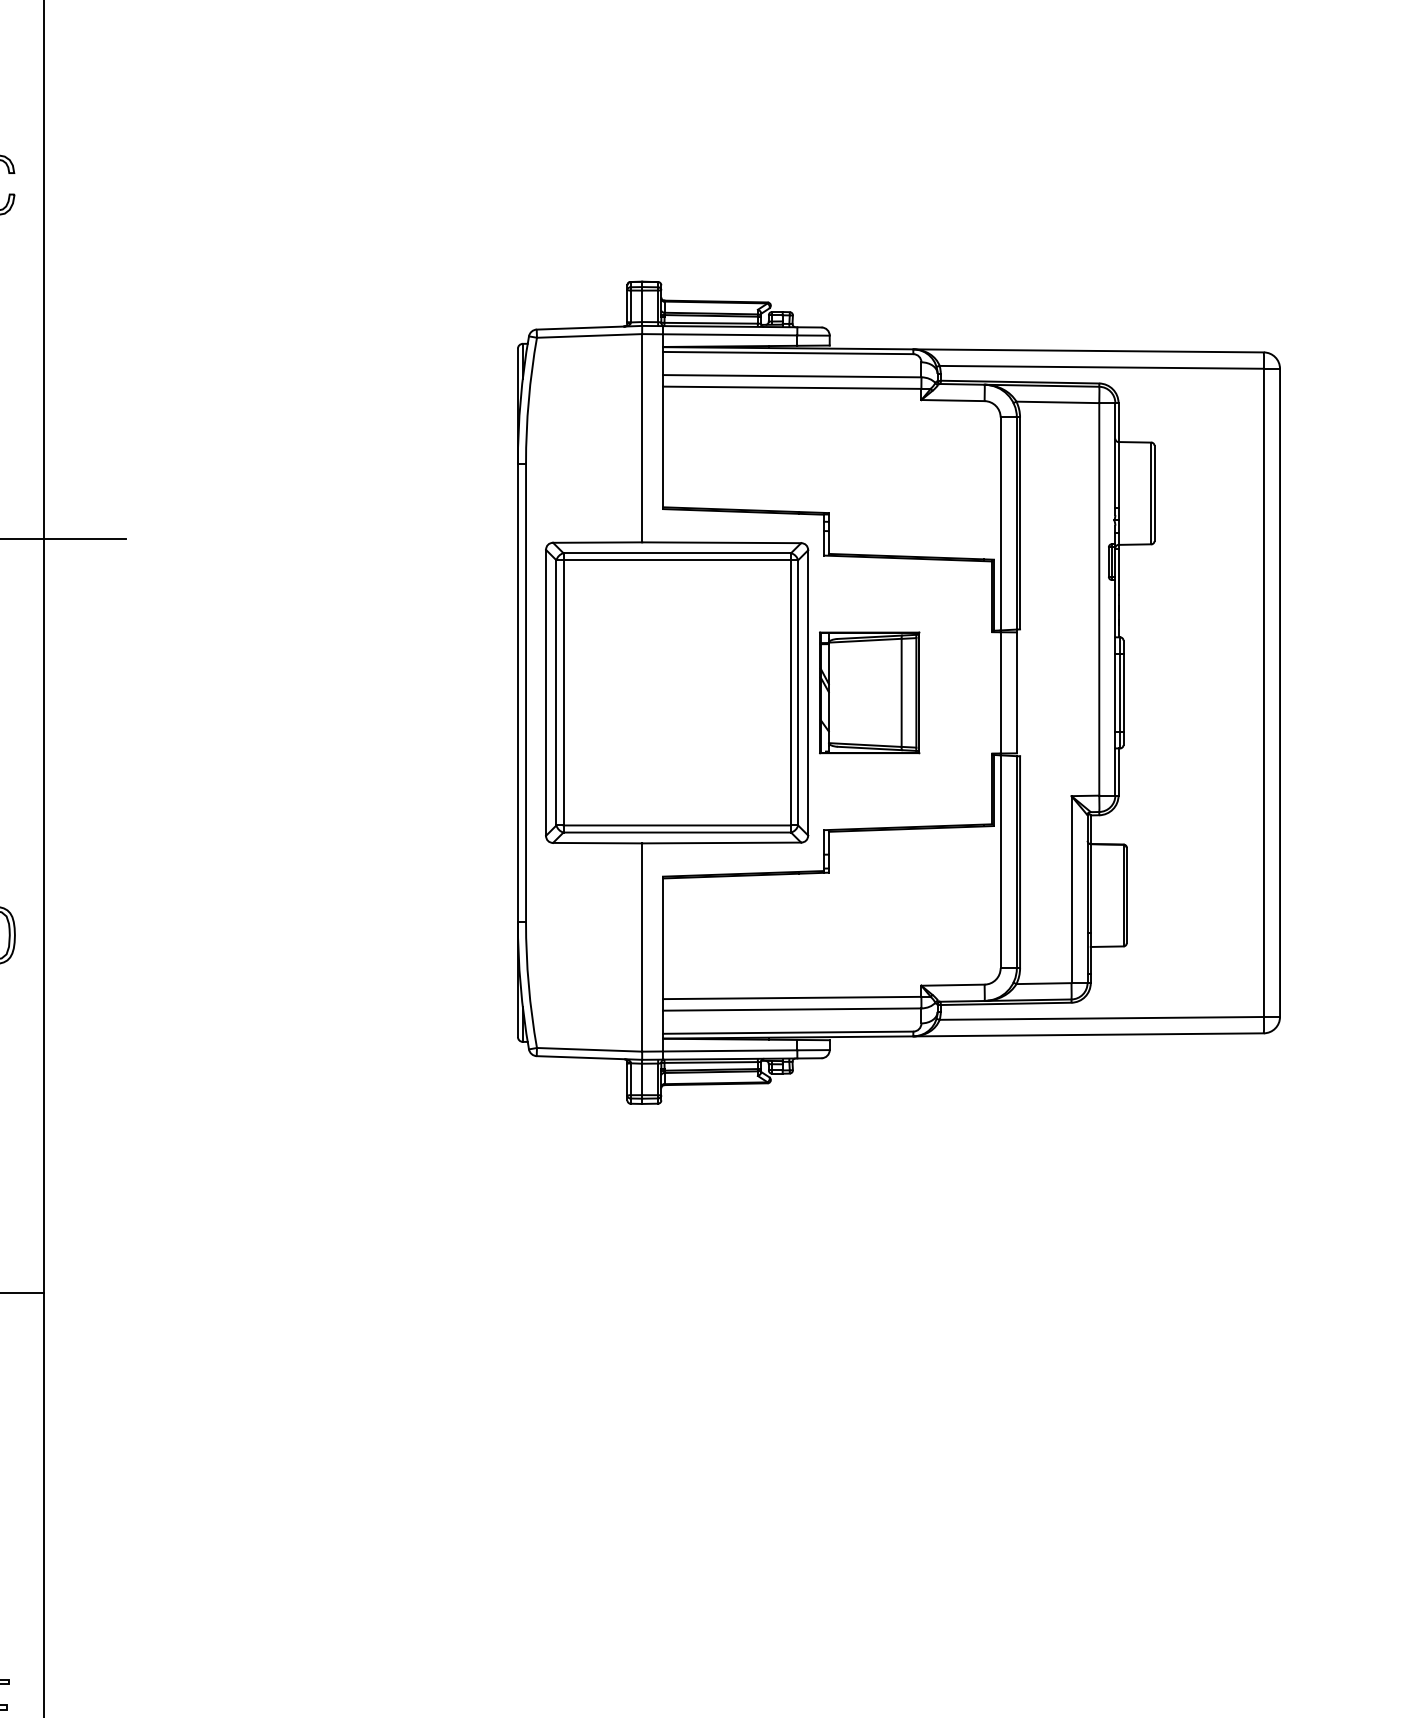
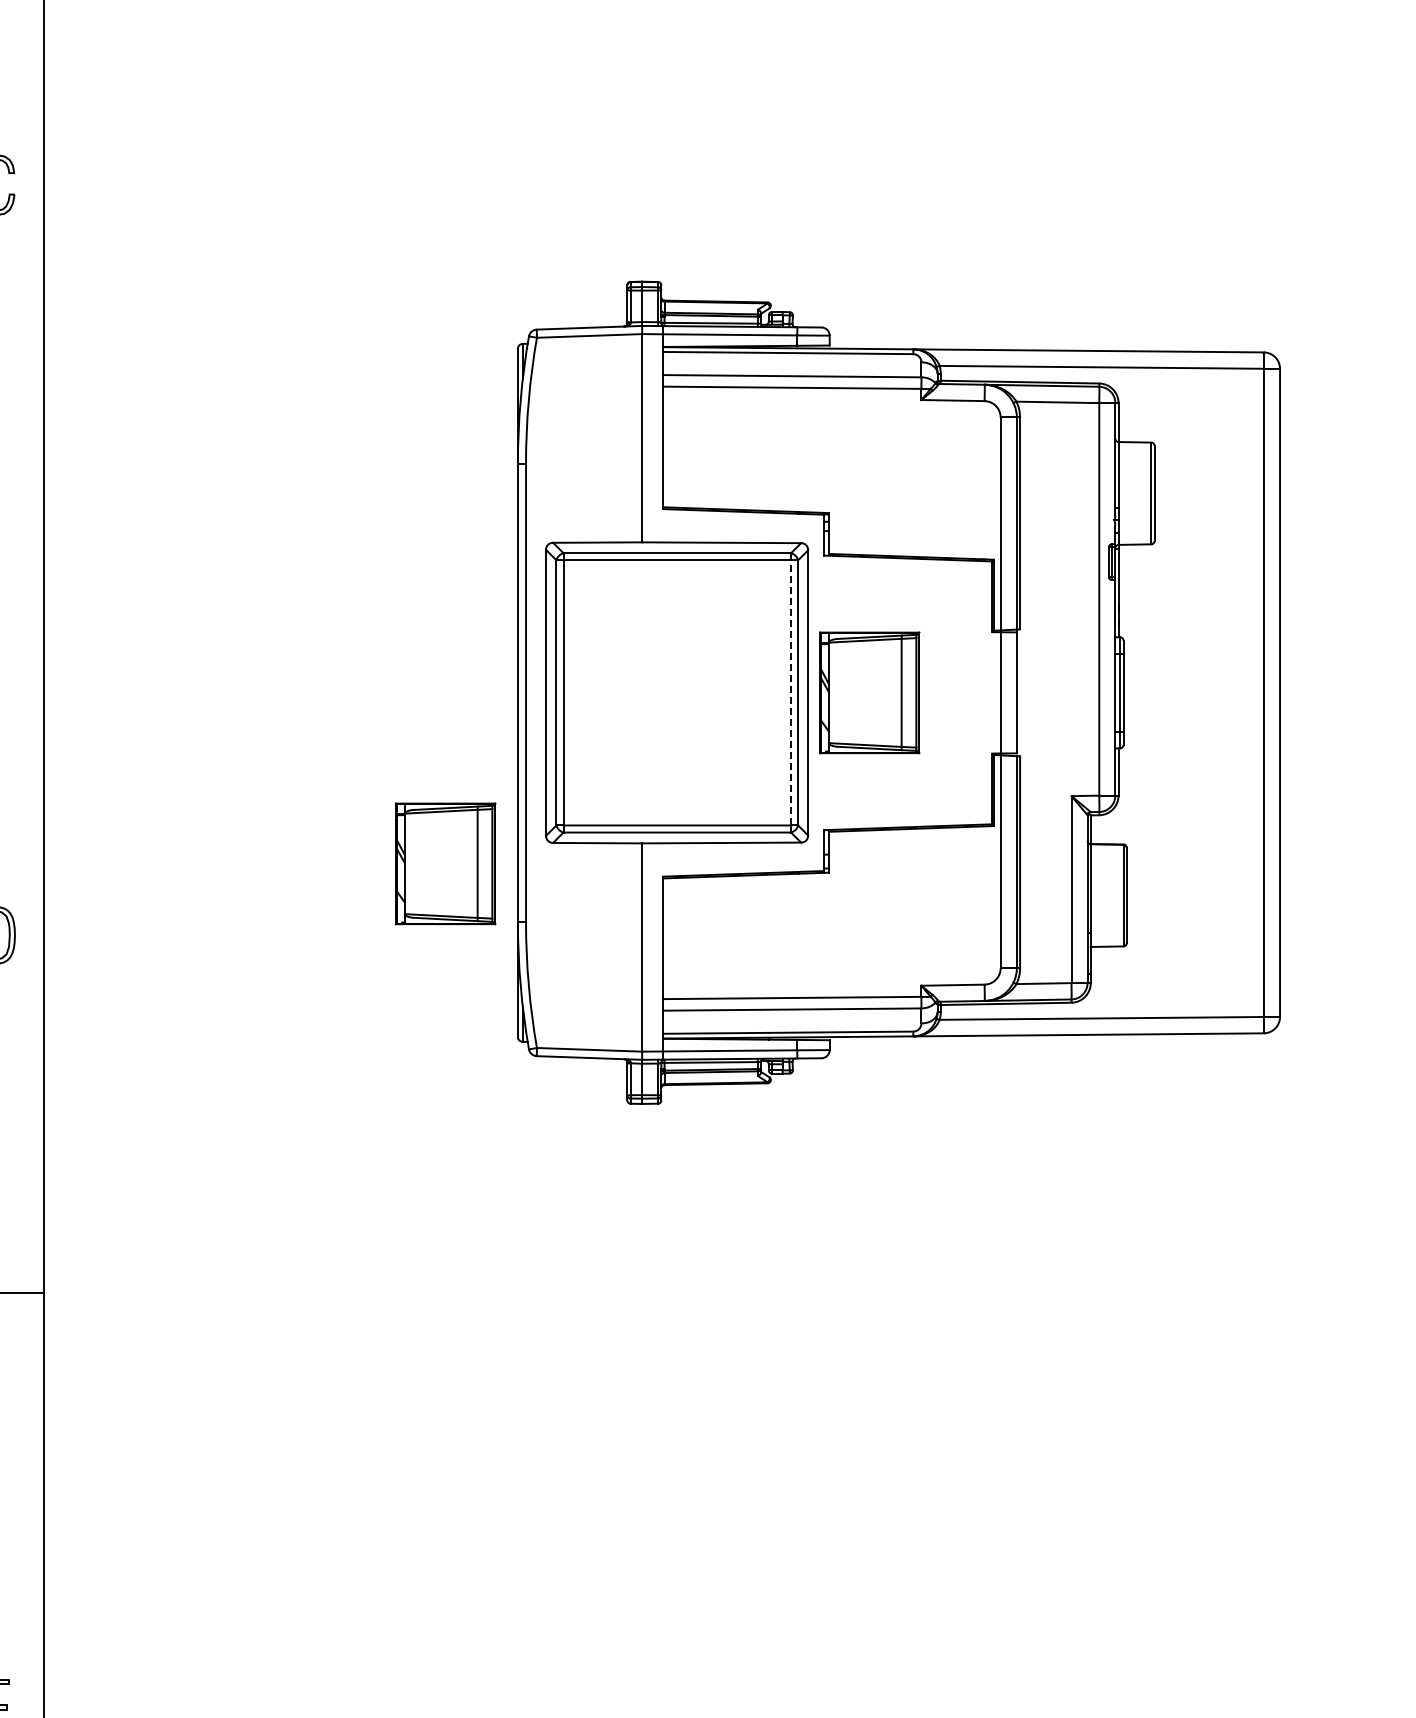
line at (63, 538): present -> none
line at (791, 692): solid -> dashed
part at (445, 863): none -> present
